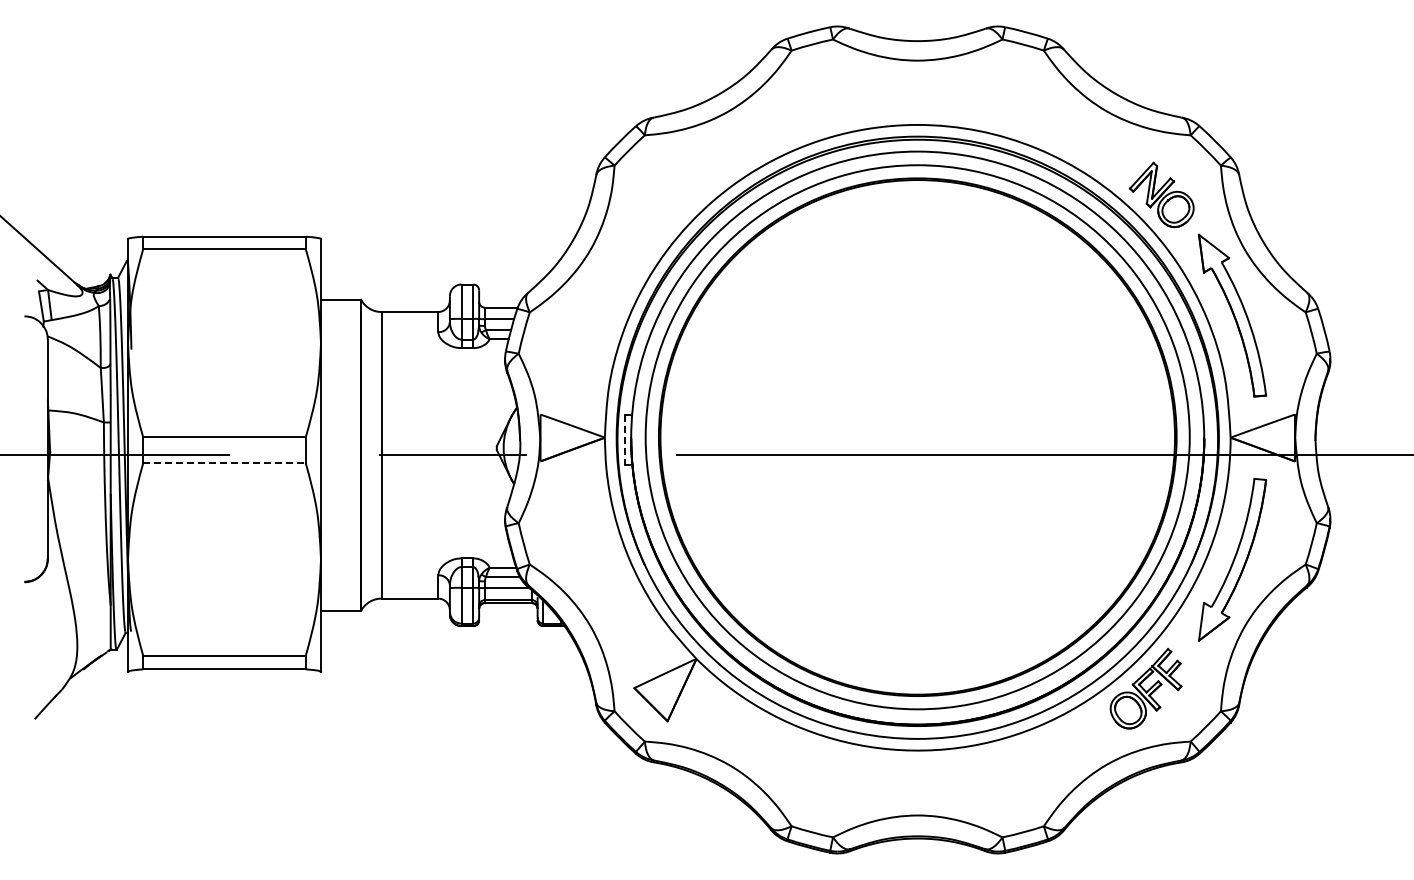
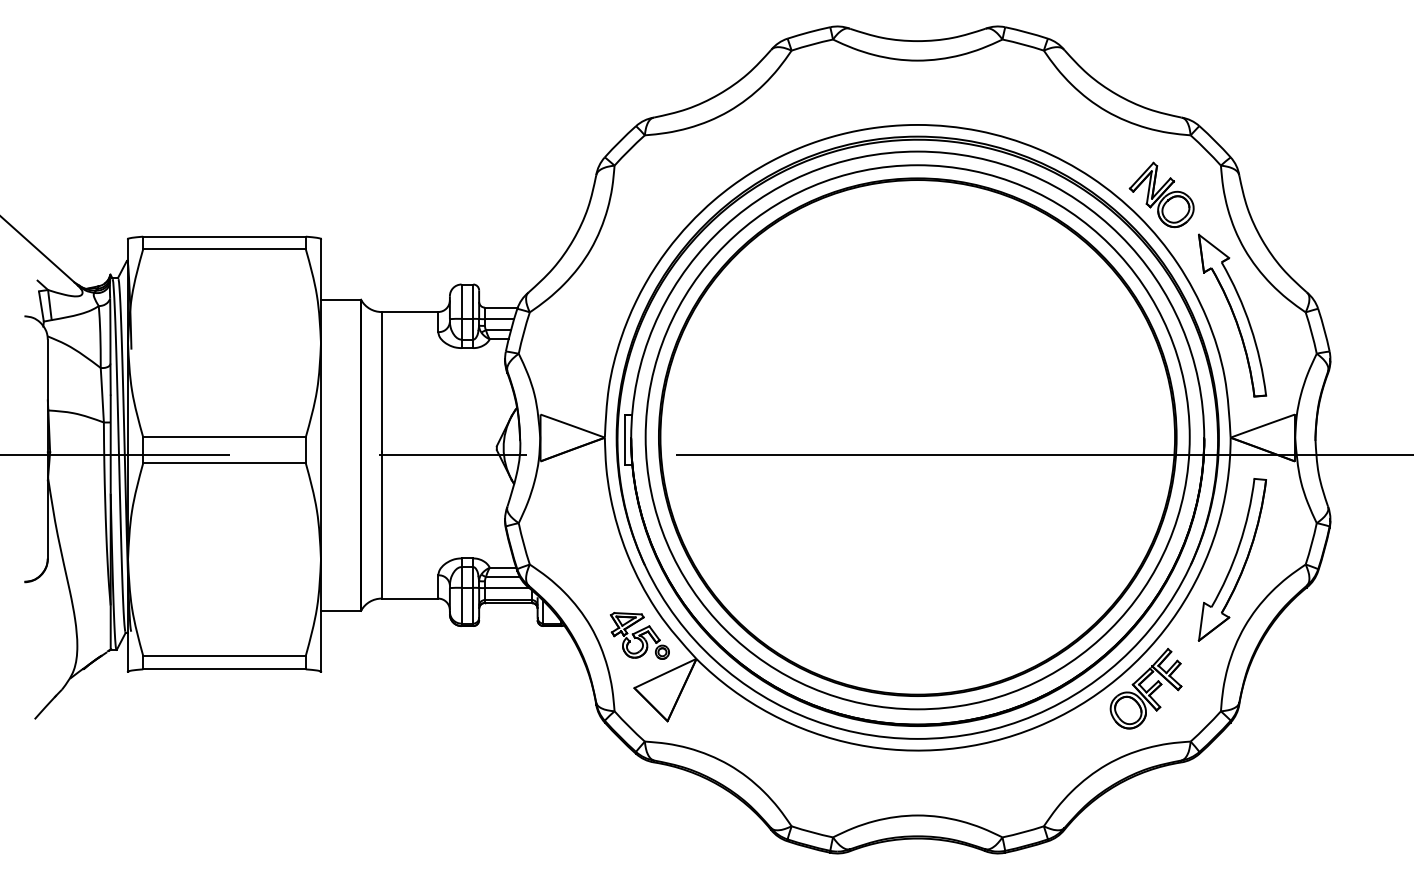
line at (625, 440): dashed -> solid
line at (225, 463): dashed -> solid
part at (639, 635): none -> present
